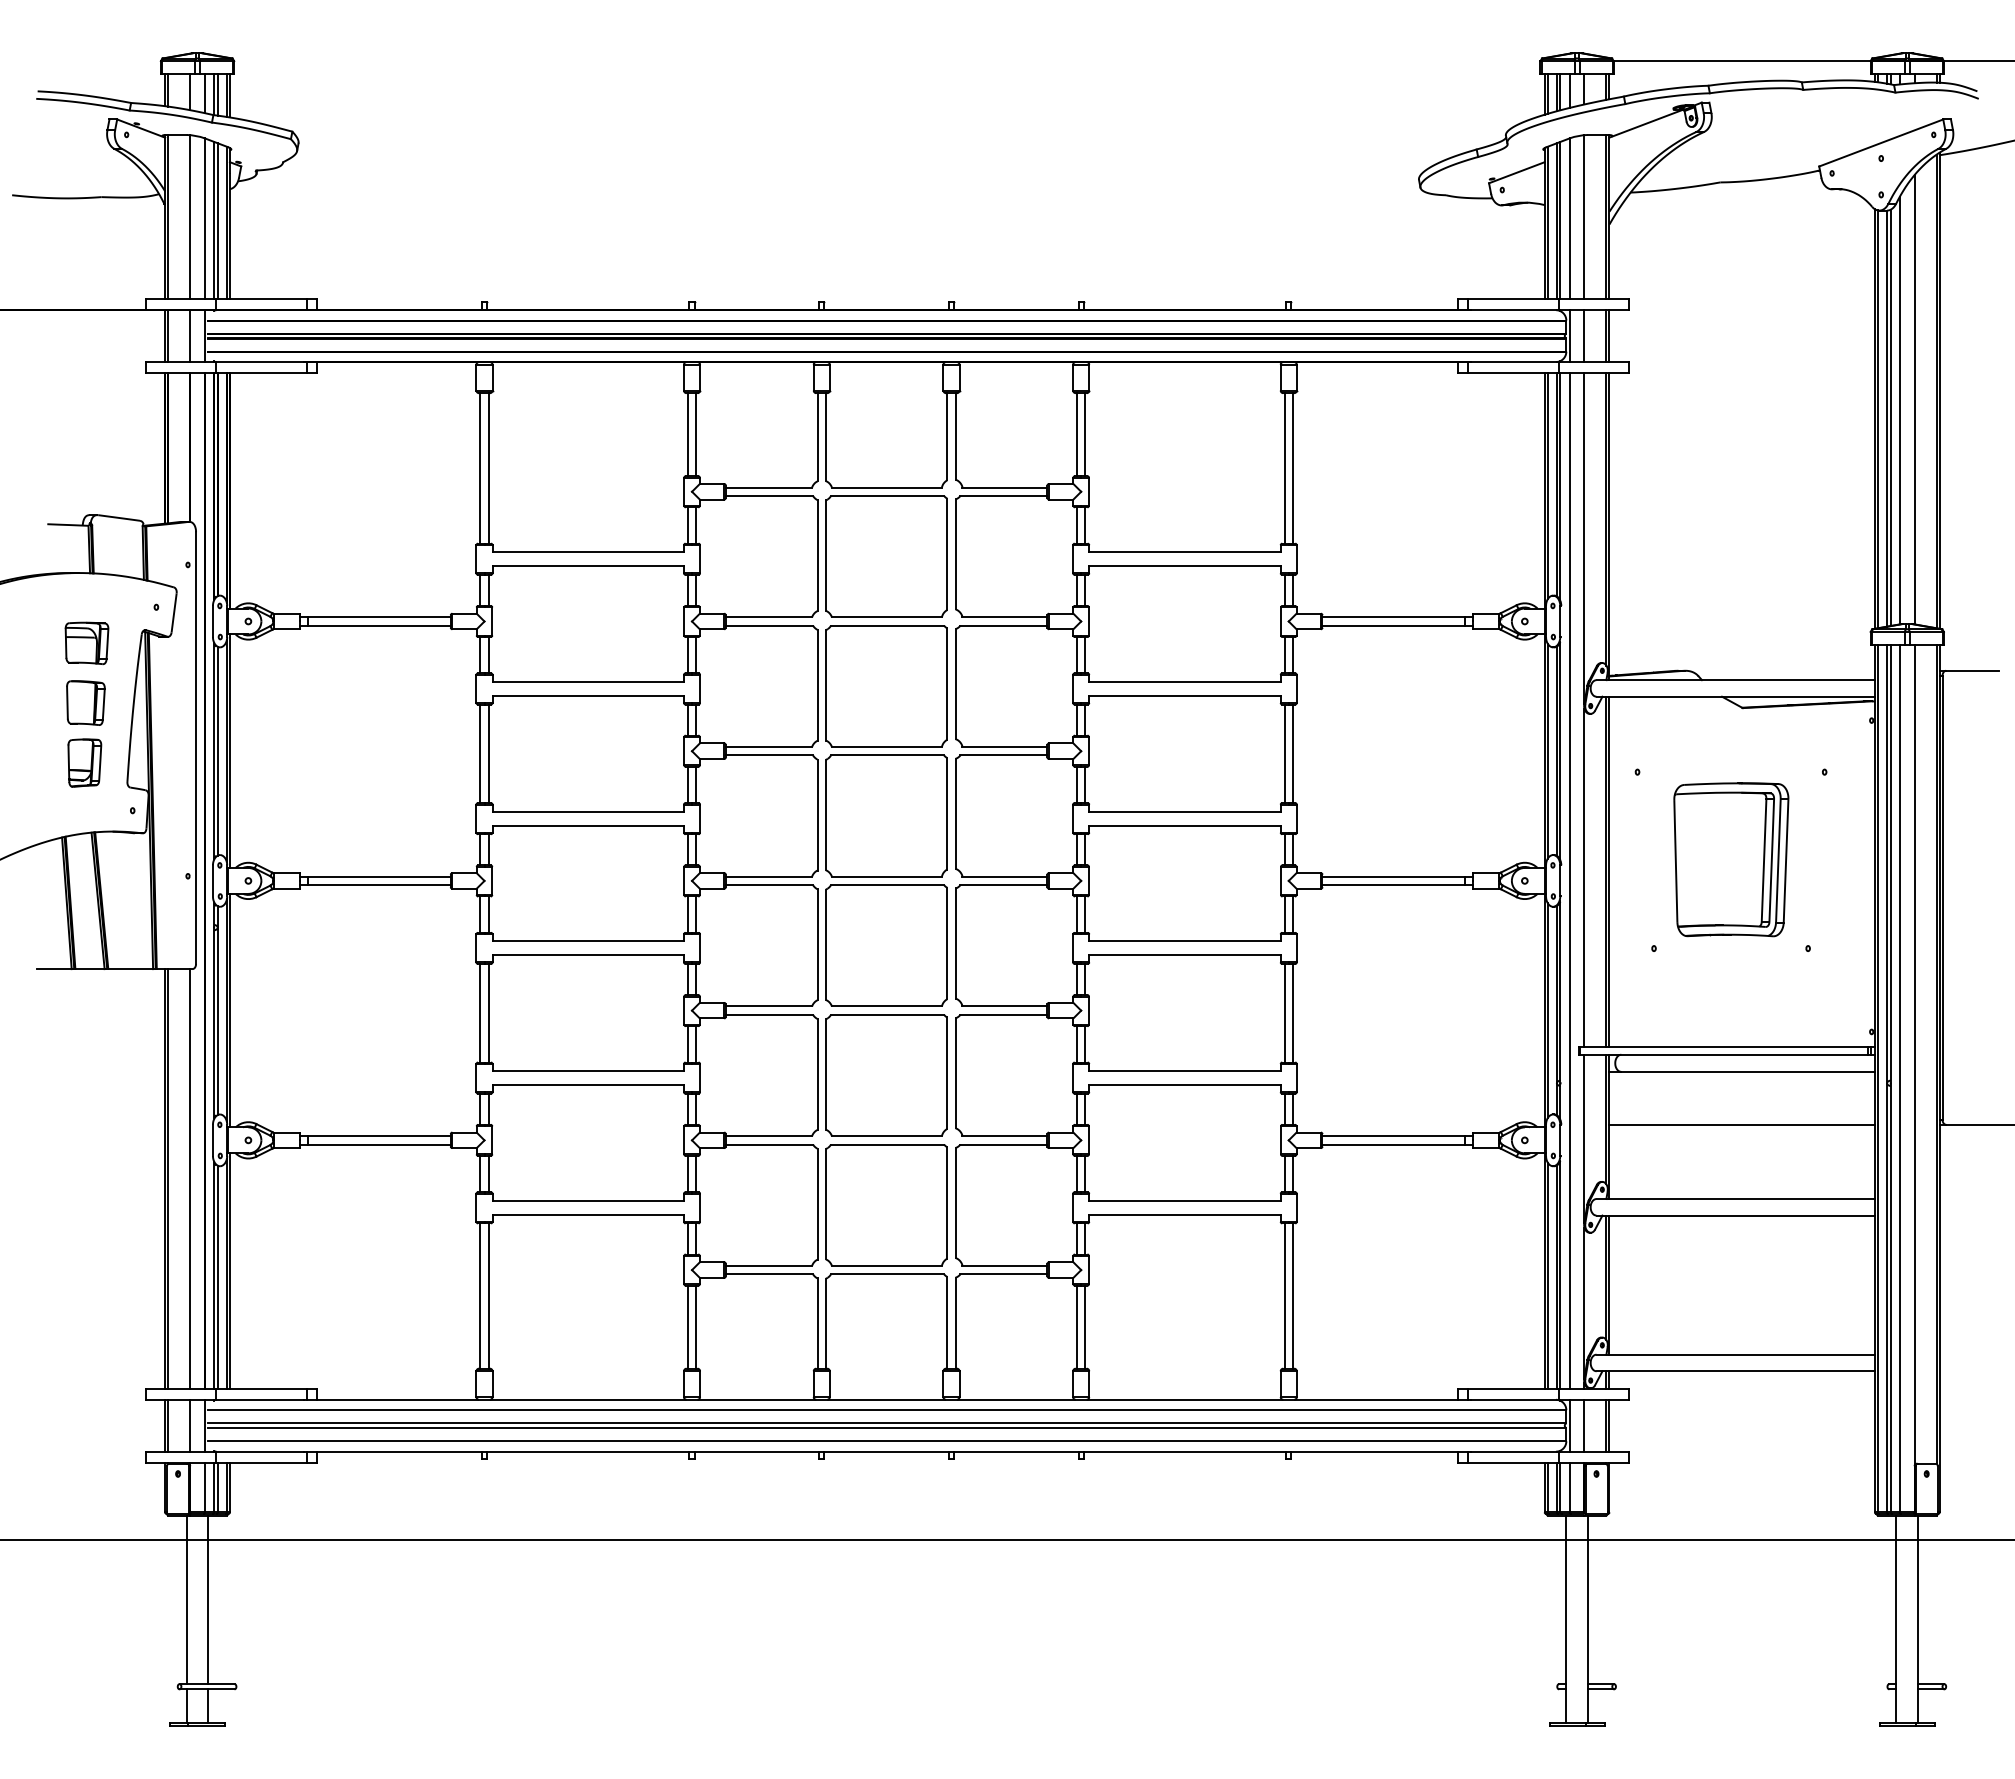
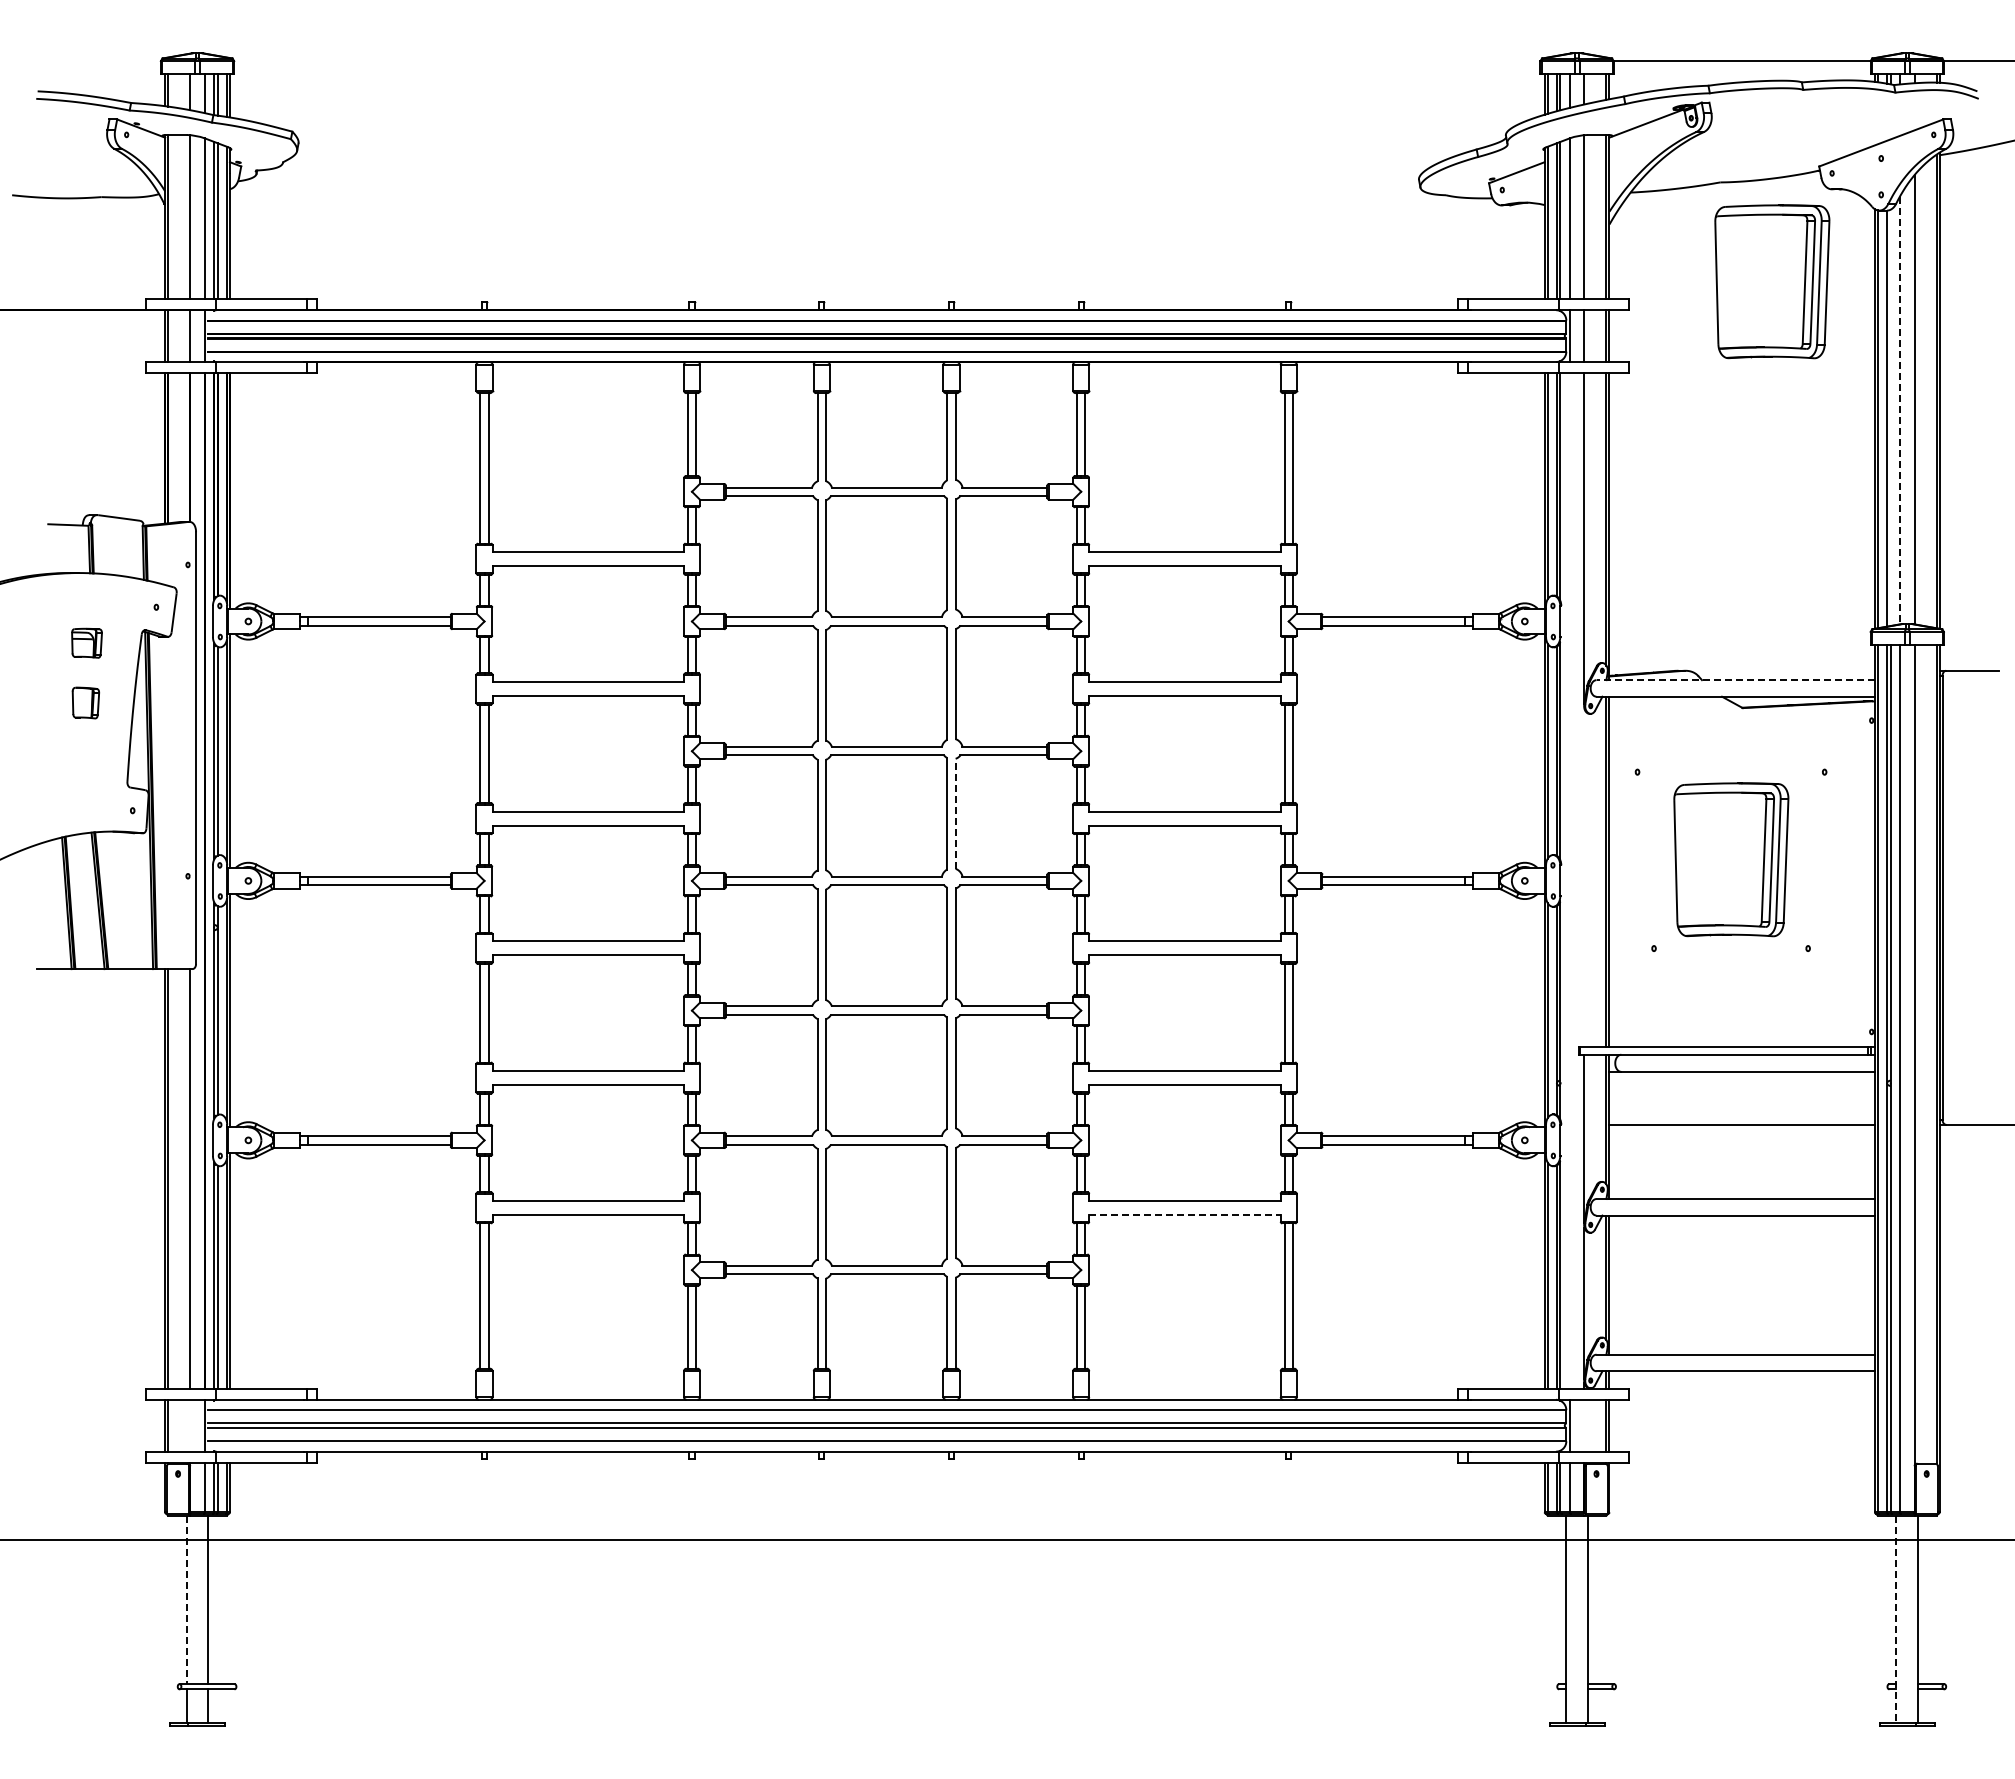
part at (1772, 281): none -> present
line at (1899, 410): solid -> dashed
line at (1890, 417): present -> none
part at (86, 642) size: 46x44 px -> 32x32 px
line at (1735, 680): solid -> dashed
part at (85, 702) size: 40x46 px -> 29x34 px
part at (84, 762): present -> none
line at (955, 813): solid -> dashed
line at (1584, 877): present -> none
line at (1569, 880): present -> none
line at (1184, 1214): solid -> dashed
line at (190, 1425): present -> none
line at (1584, 1425): present -> none
line at (186, 1600): solid -> dashed
line at (1896, 1619): solid -> dashed
